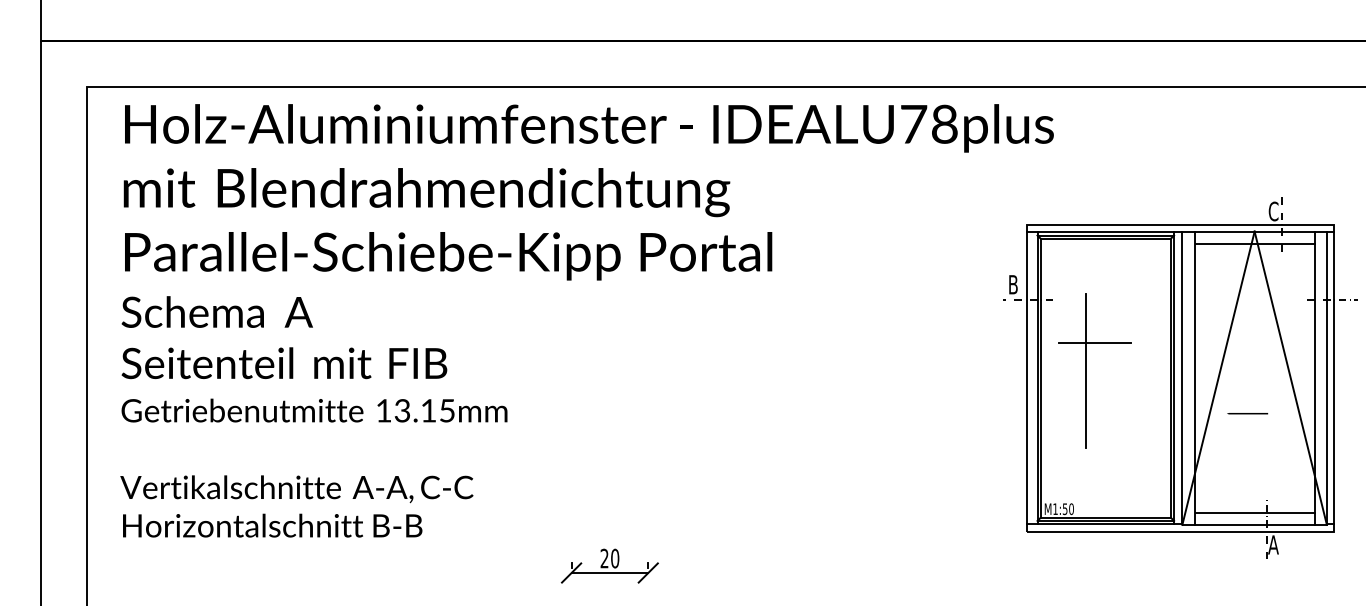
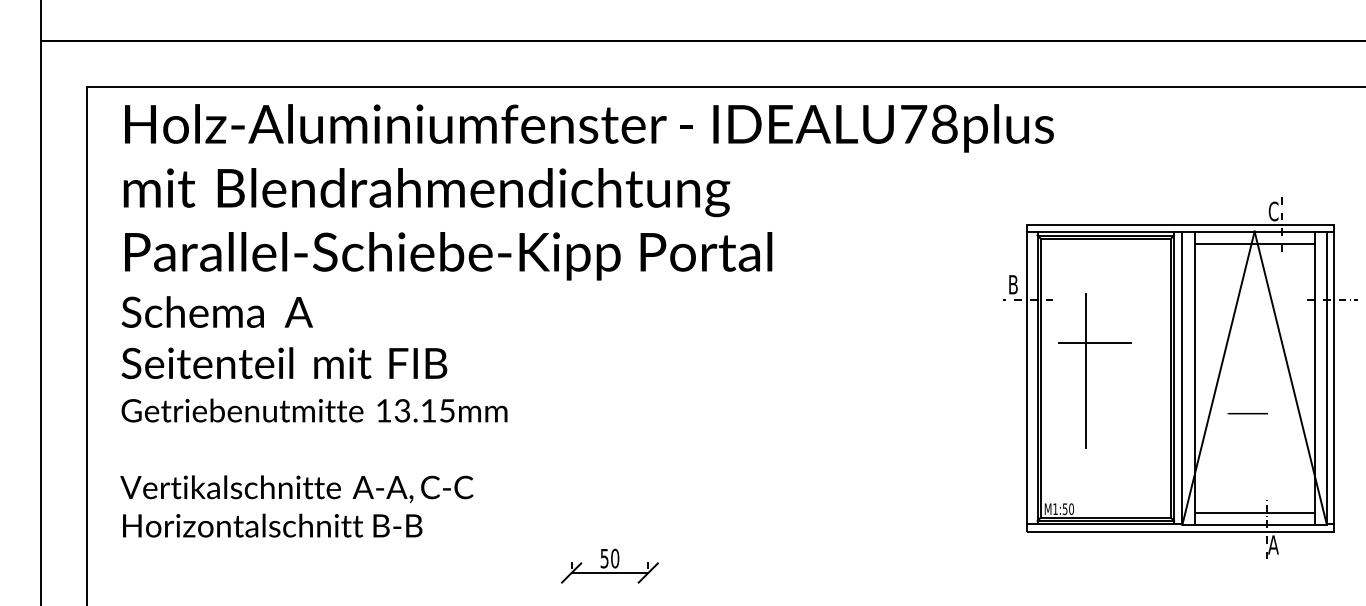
text at (604, 558): 20 -> 50
